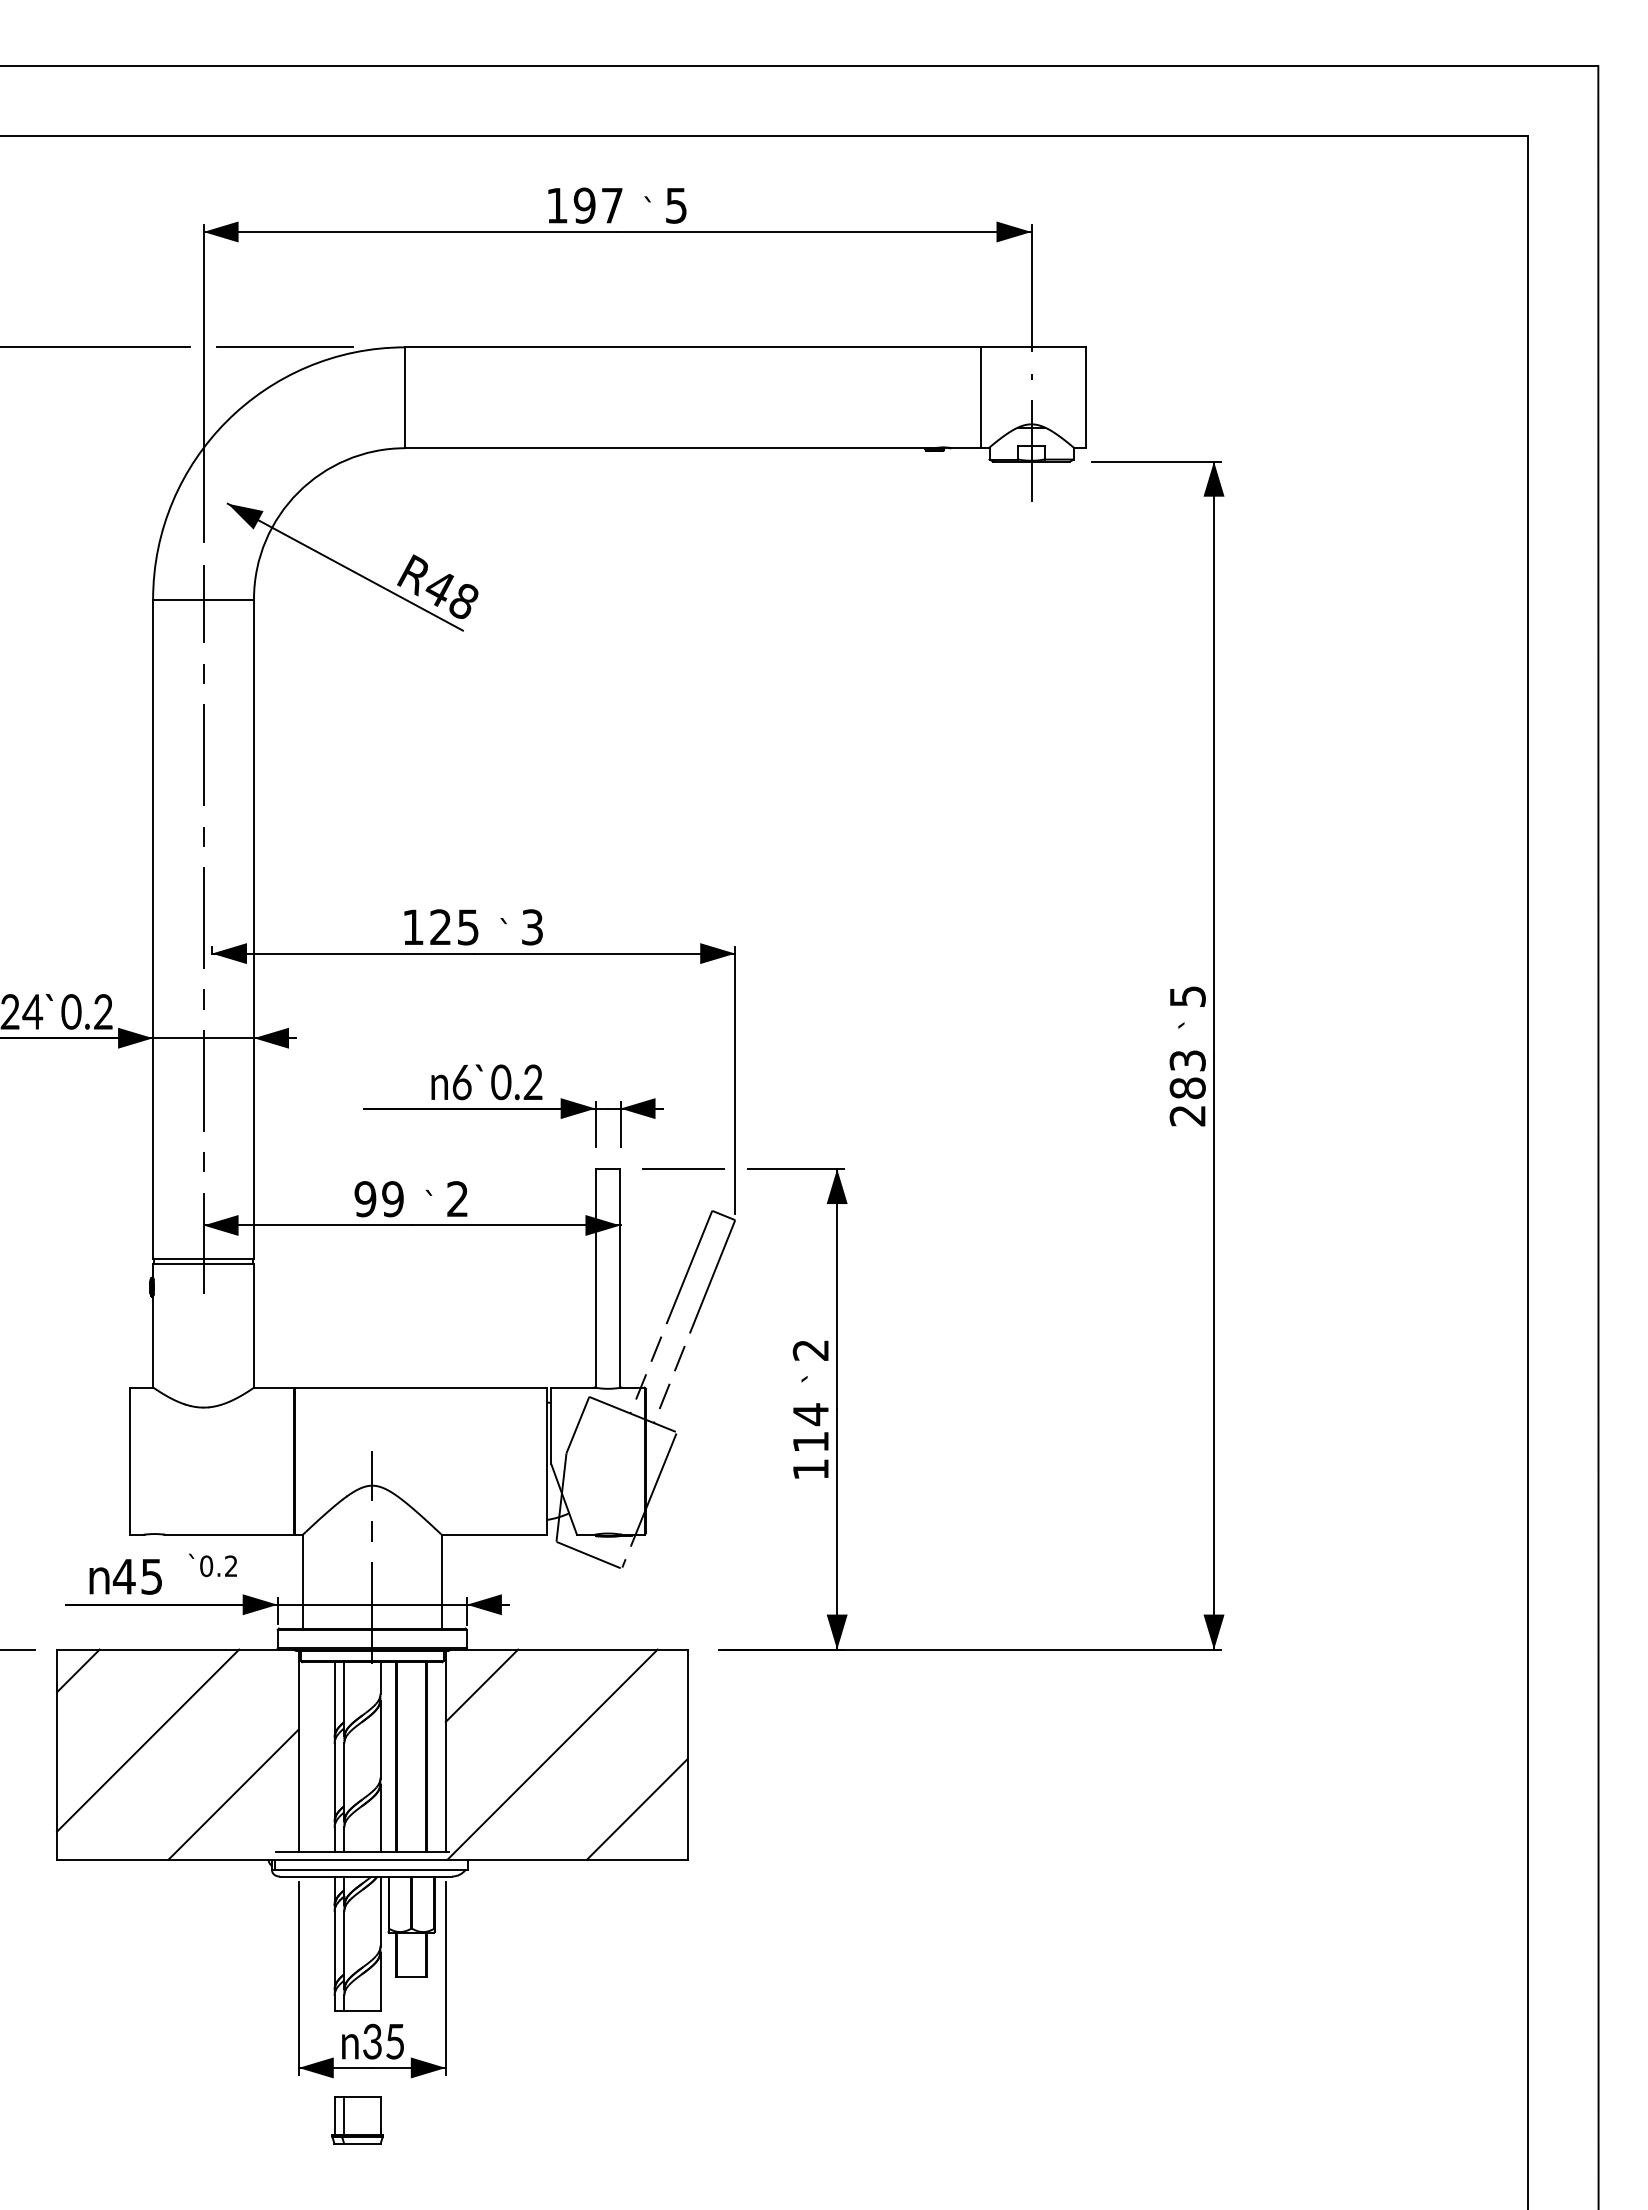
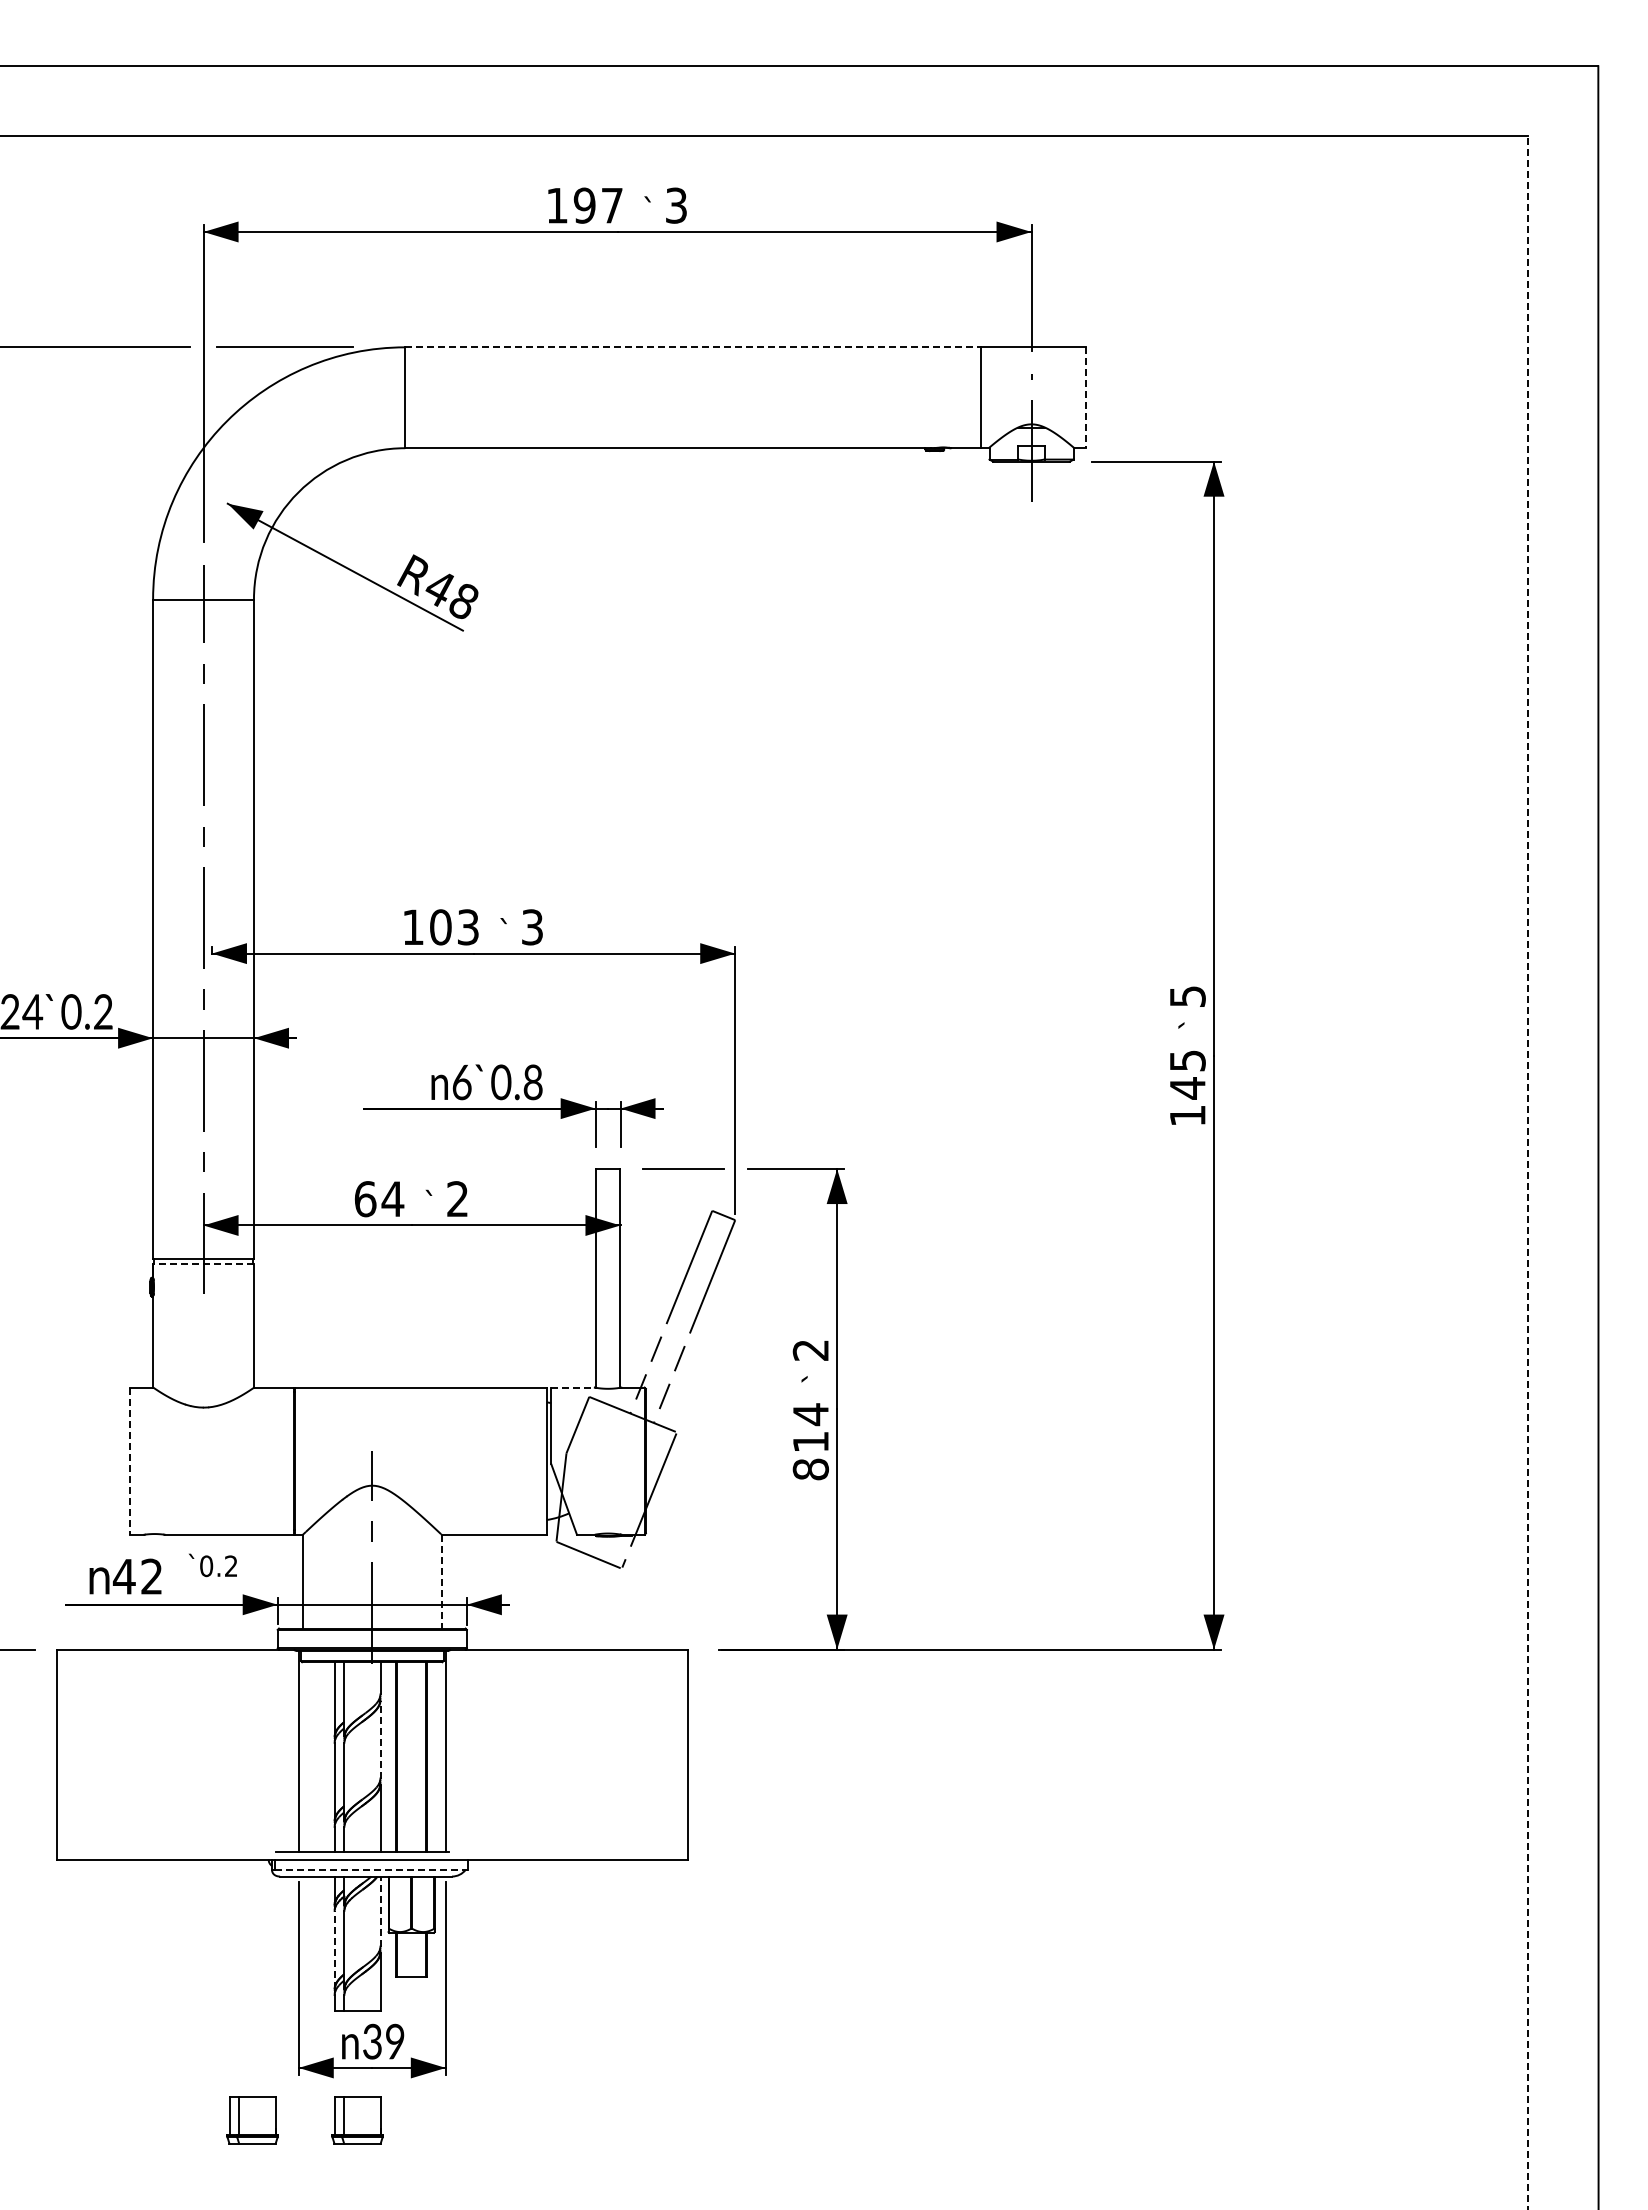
text at (676, 205): 5 -> 3
line at (693, 347): solid -> dashed
line at (1086, 398): solid -> dashed
text at (454, 927): 125 -> 103
text at (532, 1082): 0.2 -> 0.8
text at (1187, 1088): 283 -> 145
line at (1528, 1172): solid -> dashed
text at (379, 1199): 99 -> 64
line at (203, 1263): solid -> dashed
line at (573, 1387): solid -> dashed
line at (130, 1461): solid -> dashed
text at (810, 1469): 114 -> 814
text at (151, 1576): 45 -> 42
line at (441, 1581): solid -> dashed
line at (78, 1670): present -> none
line at (481, 1685): present -> none
line at (380, 1739): solid -> dashed
line at (148, 1740): present -> none
line at (552, 1754): present -> none
line at (233, 1794): present -> none
line at (636, 1809): present -> none
line at (371, 1869): solid -> dashed
line at (380, 1911): solid -> dashed
line at (334, 1949): solid -> dashed
text at (395, 2041): 35 -> 39
part at (252, 2120): none -> present
